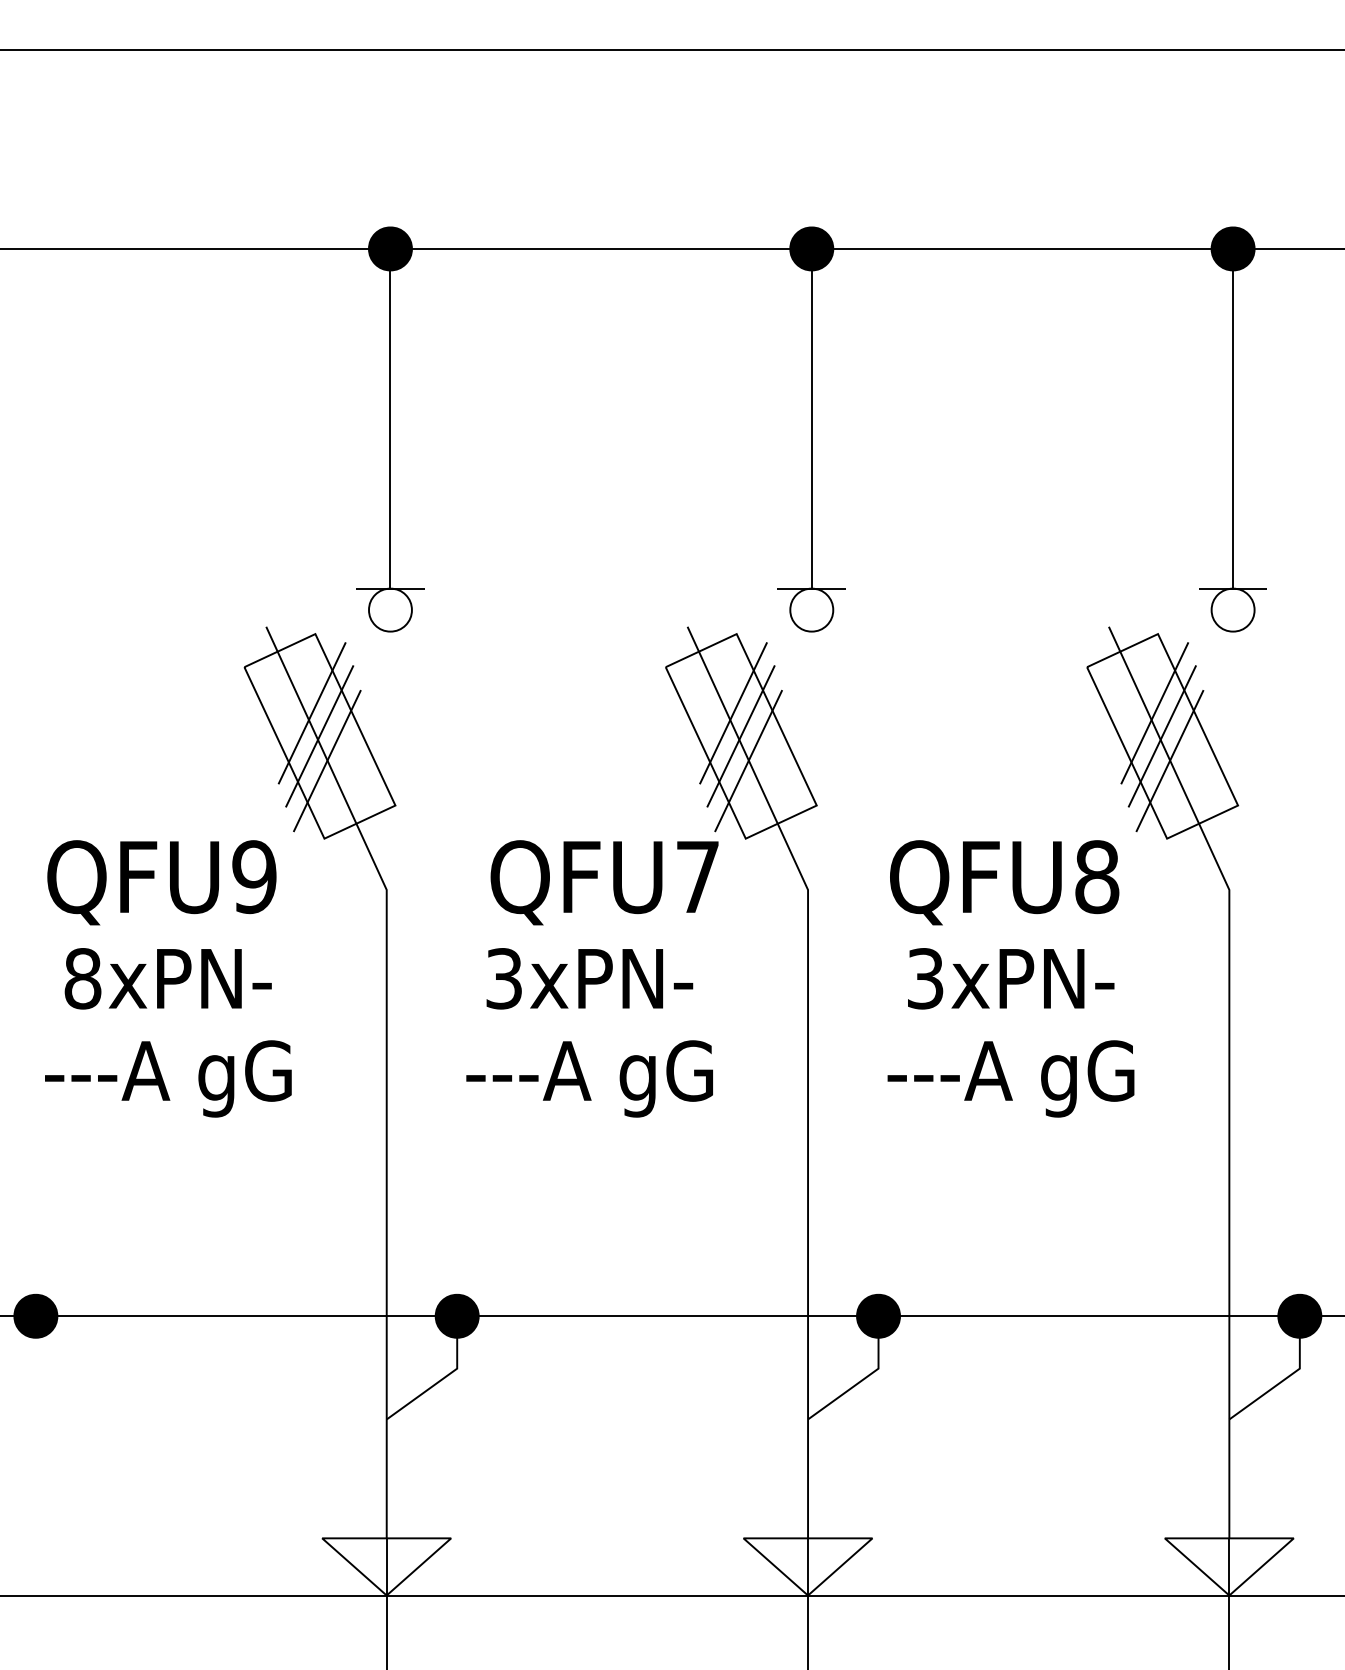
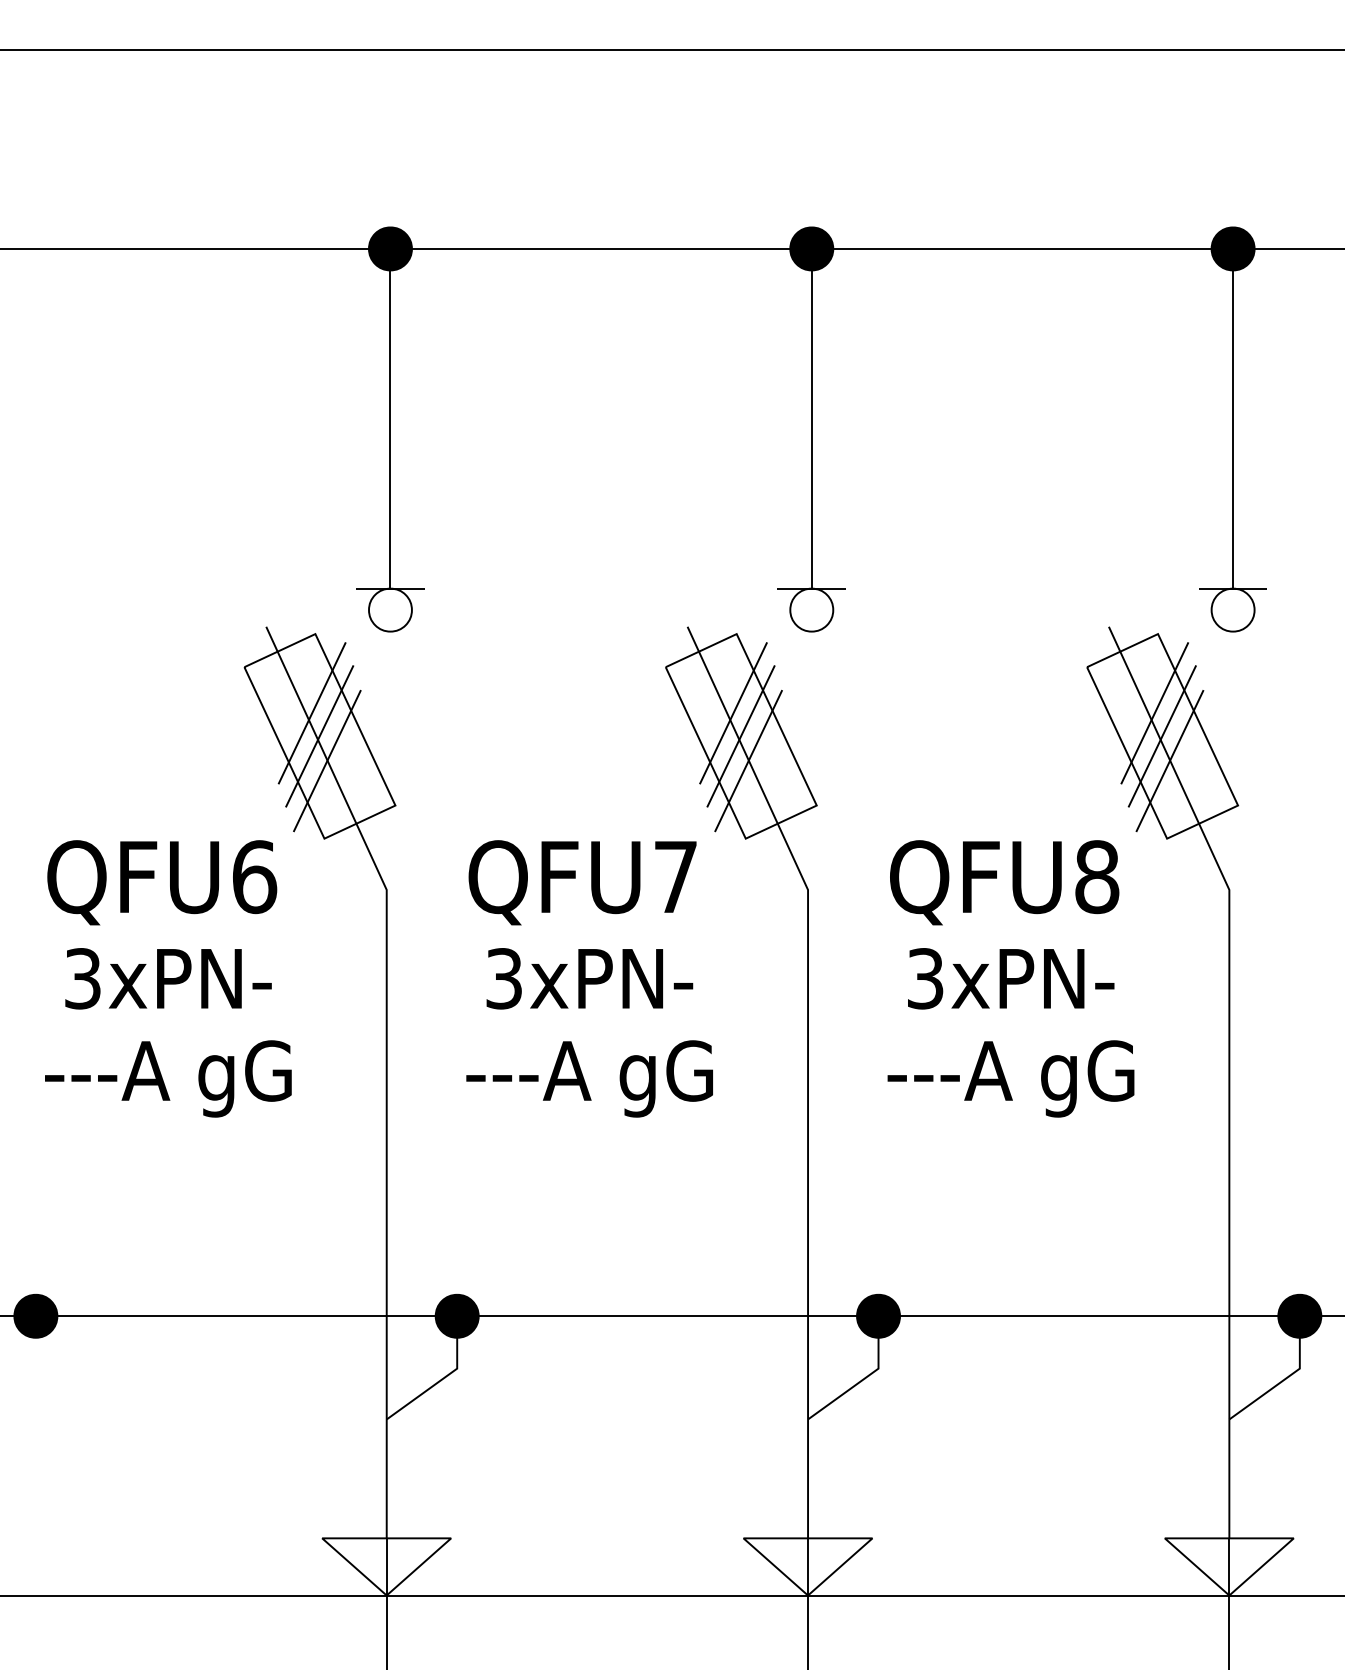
text at (254, 877): QFU9 -> QFU6
text at (604, 882) position: (604, 882) -> (582, 882)
text at (82, 978): 8xPN- -> 3xPN-
